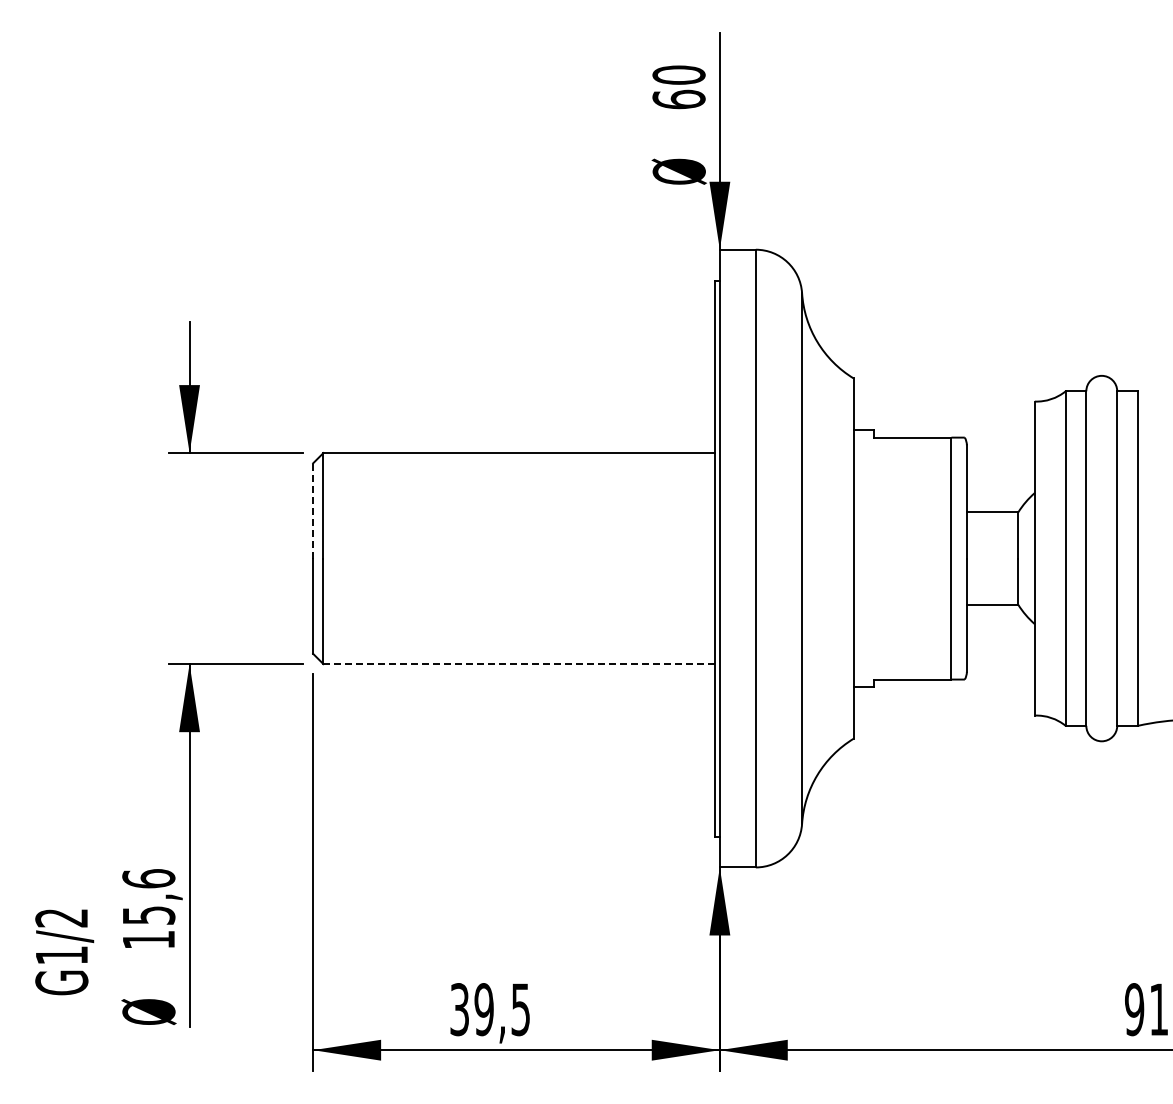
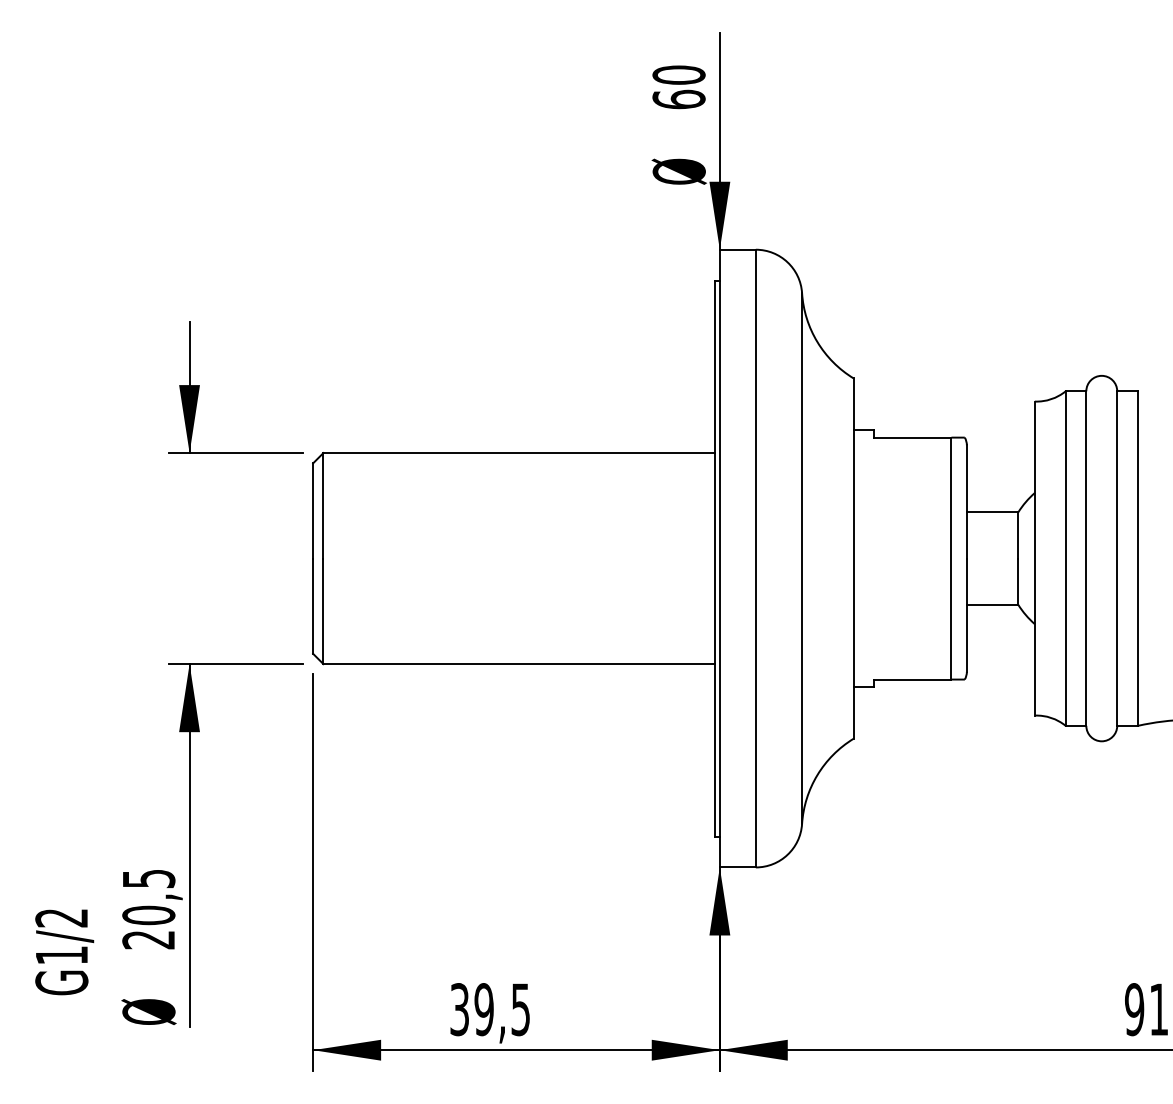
line at (313, 510): dashed -> solid
line at (519, 664): dashed -> solid
text at (148, 909): 15,6 -> 20,5
